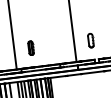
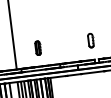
line at (72, 32): present -> none
part at (30, 47) position: (30, 47) -> (37, 47)
